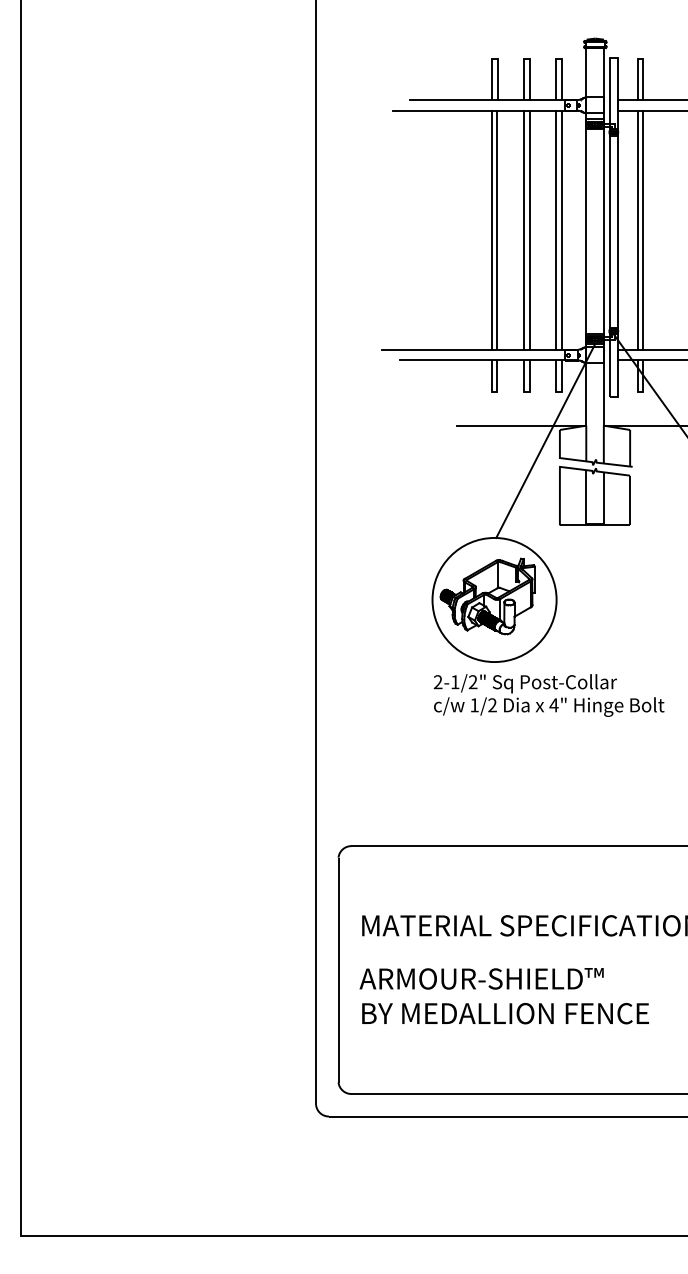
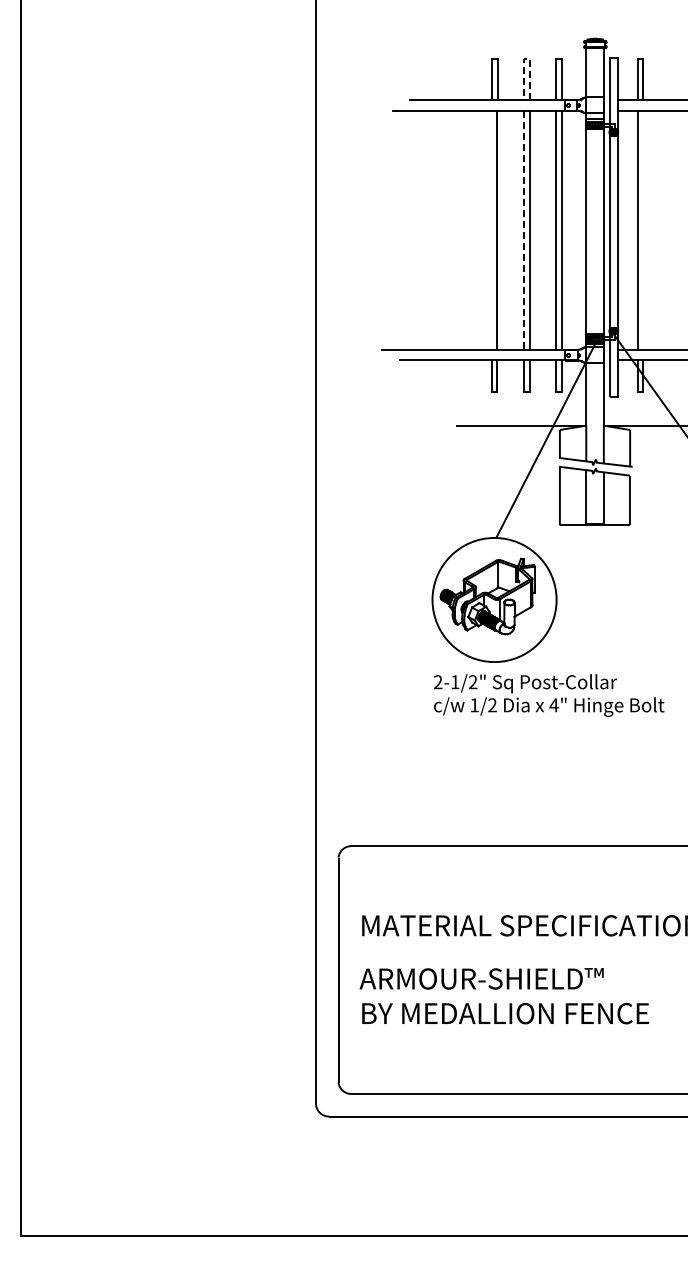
line at (526, 58): solid -> dashed
line at (492, 229): present -> none
line at (643, 229): present -> none
line at (524, 230): solid -> dashed
